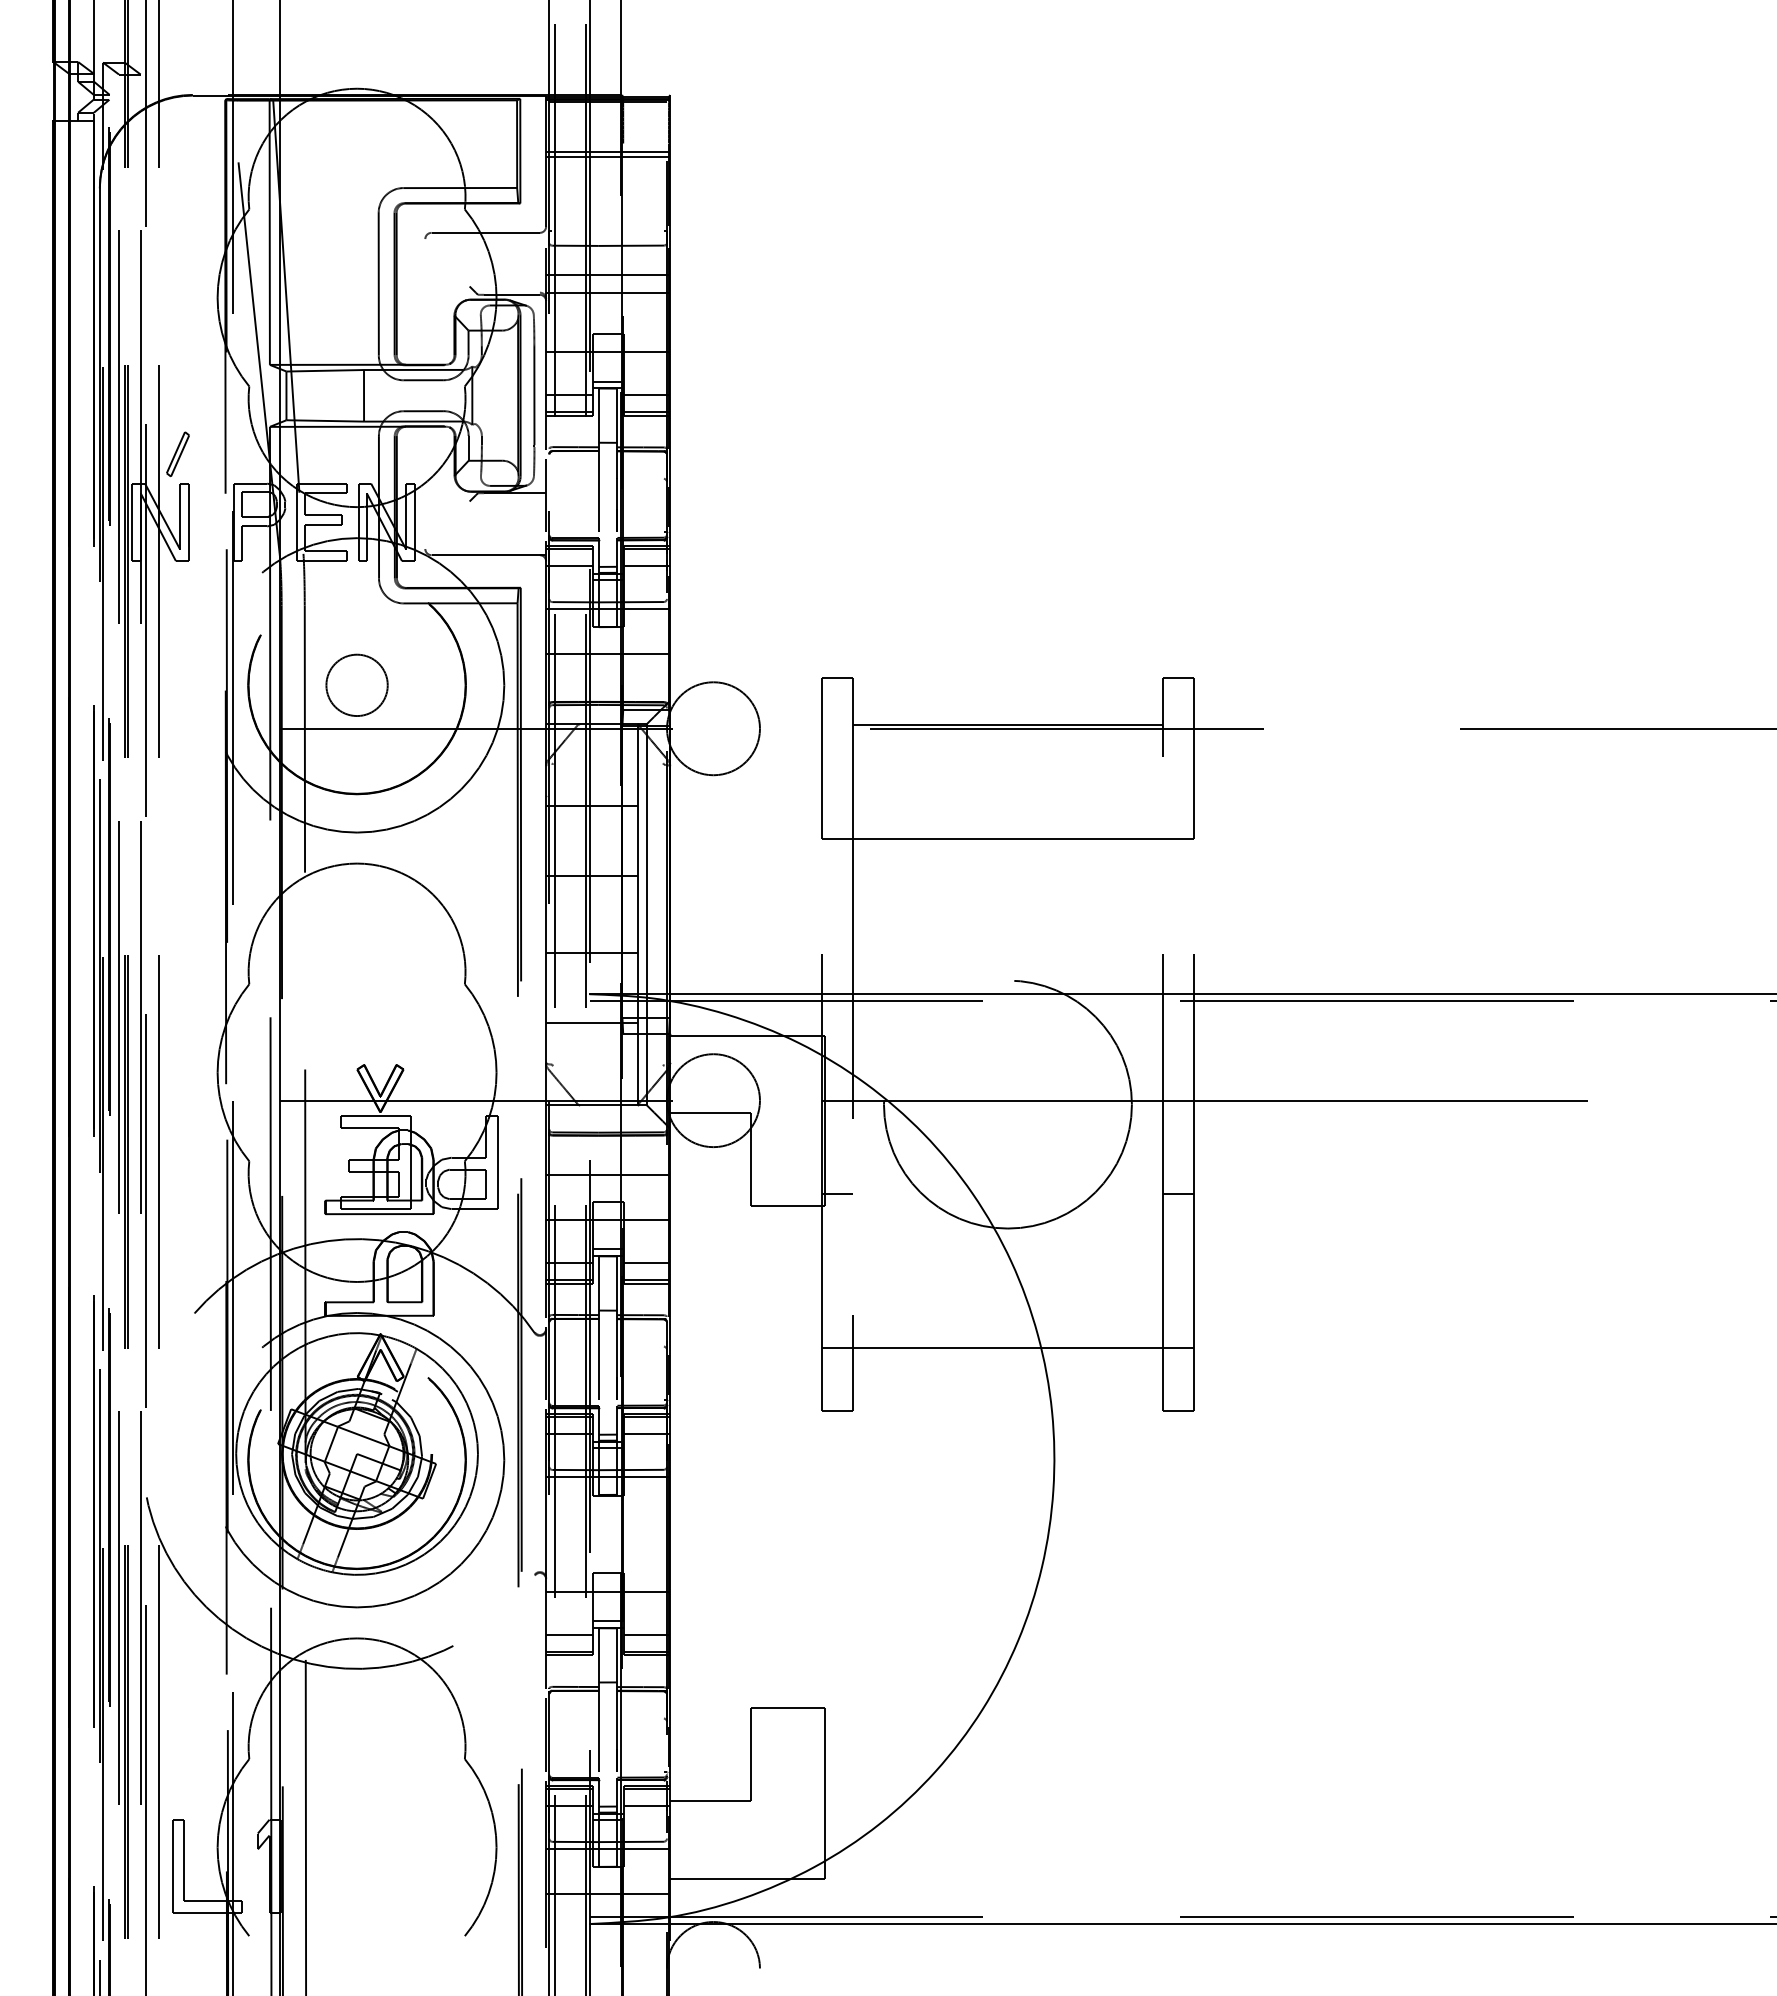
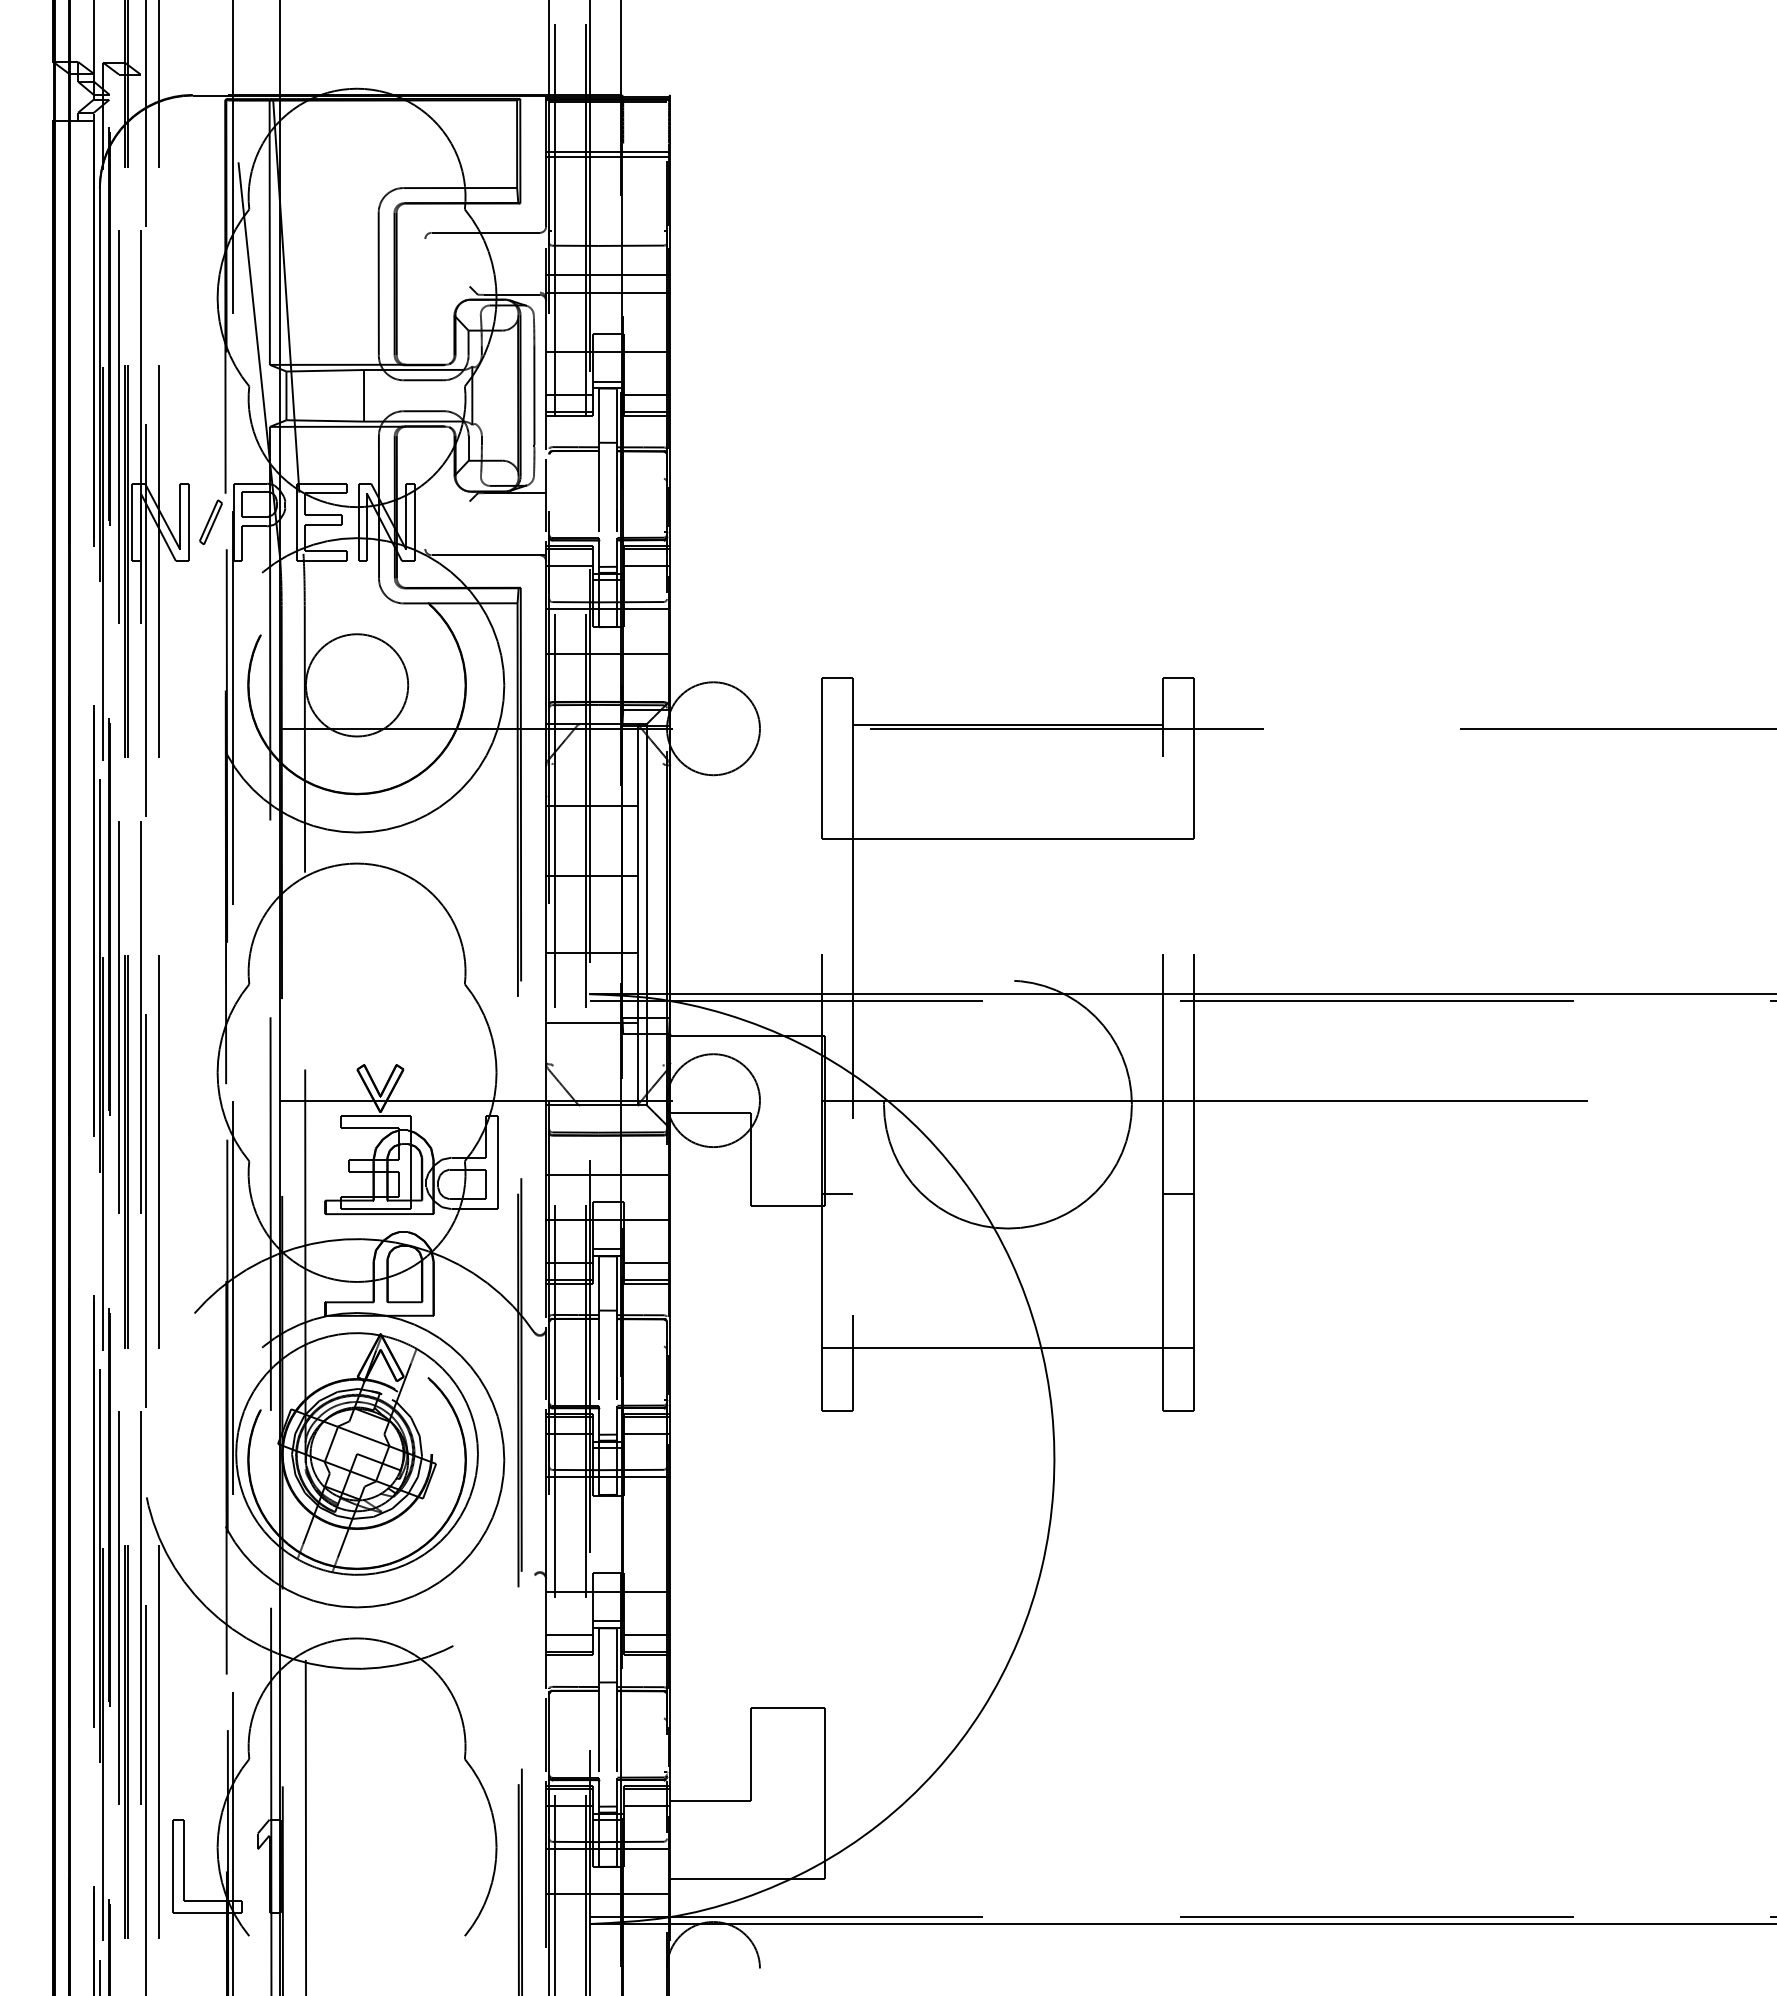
part at (177, 454) position: (177, 454) -> (210, 522)
circle at (356, 685) diameter: 61 px -> 102 px
